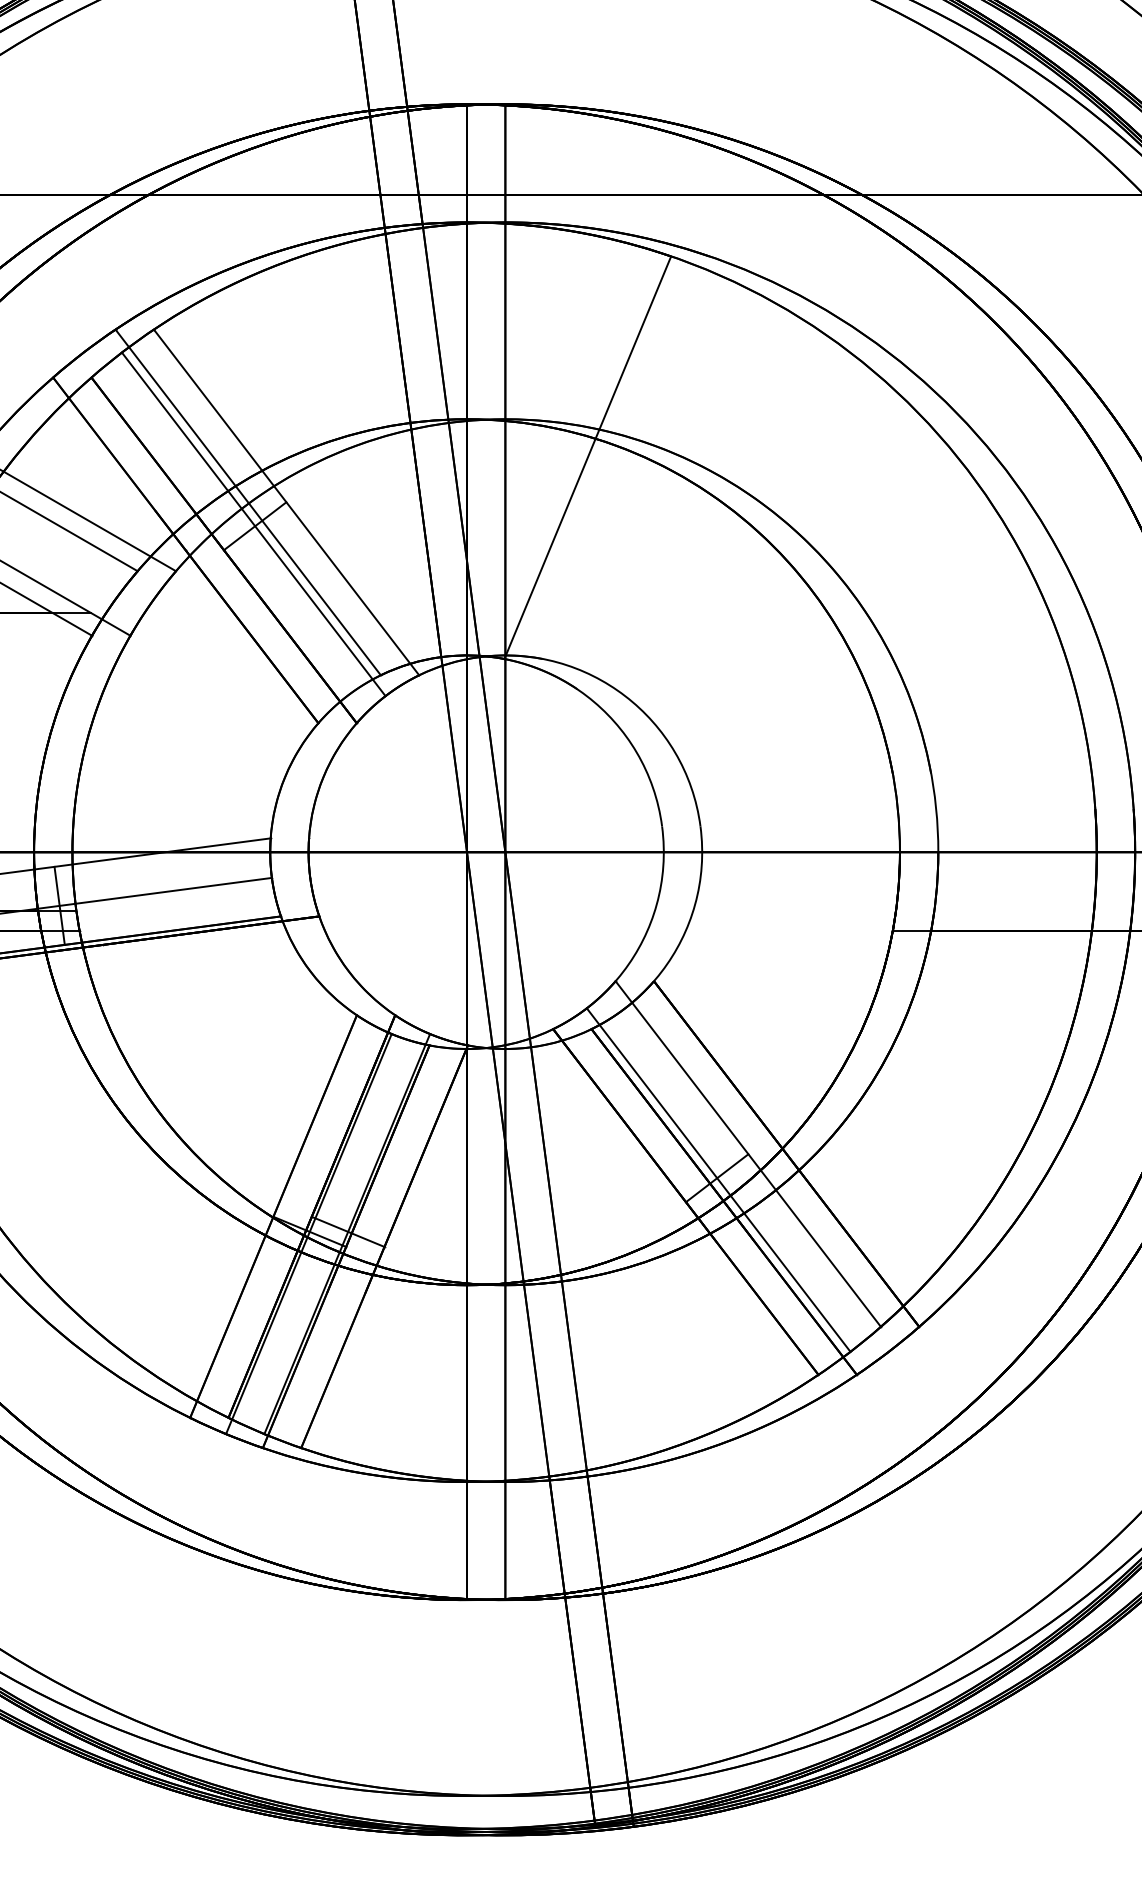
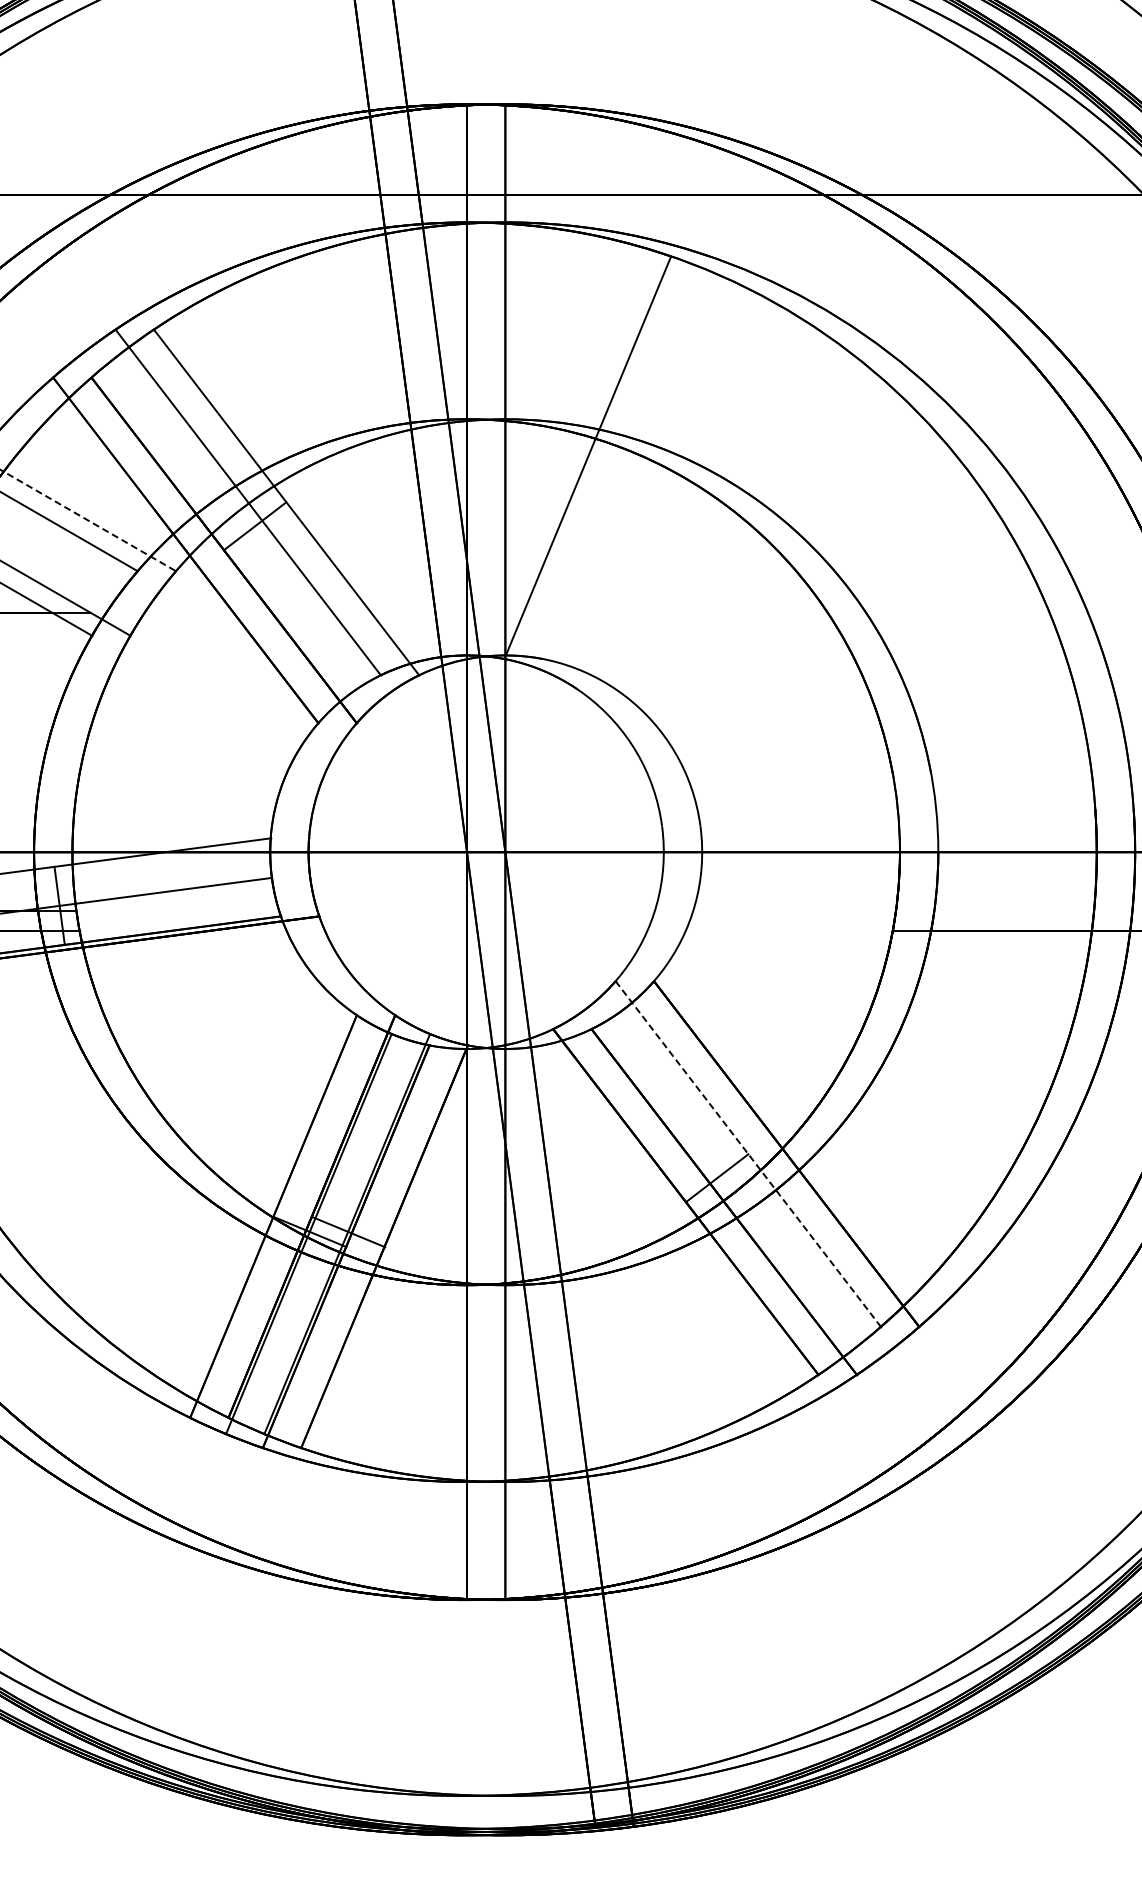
line at (88, 520): solid -> dashed
line at (253, 524): present -> none
line at (748, 1154): solid -> dashed
line at (718, 1179): present -> none
